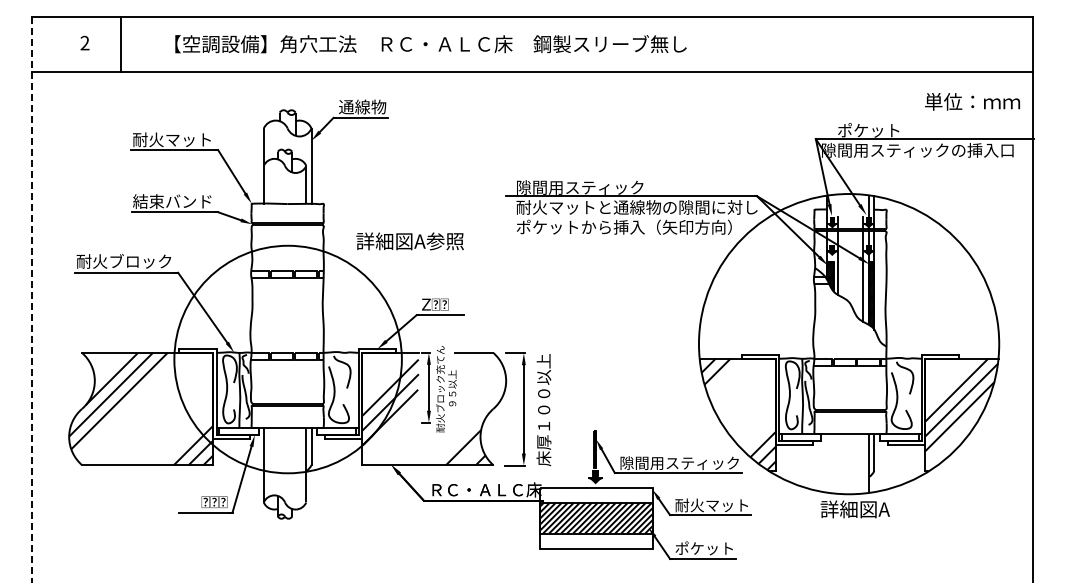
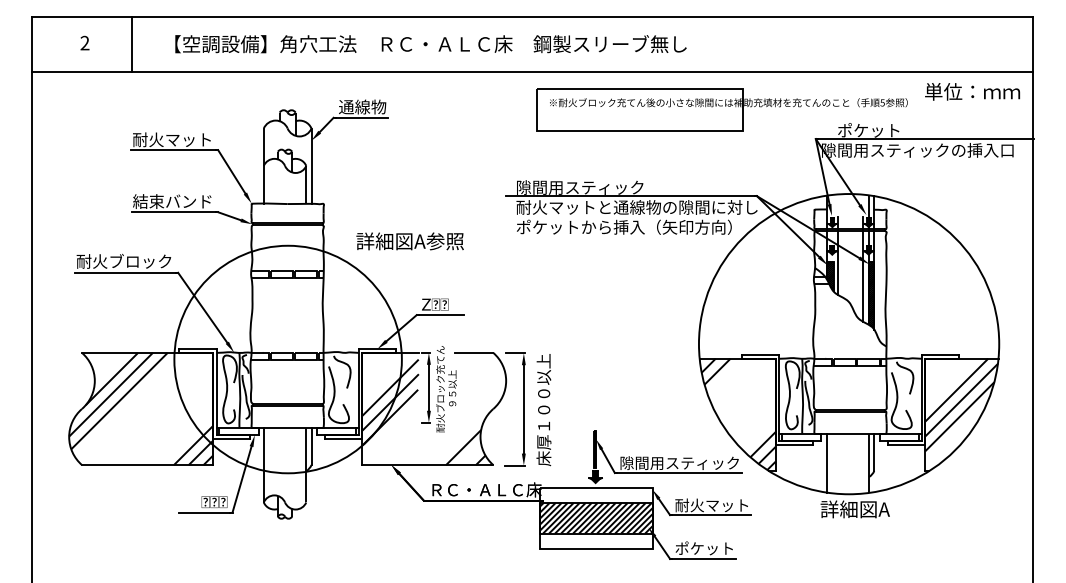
line at (121, 44) position: (121, 44) -> (132, 44)
text at (972, 101) position: (972, 101) -> (972, 91)
part at (721, 109): none -> present
line at (31, 300): dashed -> solid
line at (826, 462): none -> present
